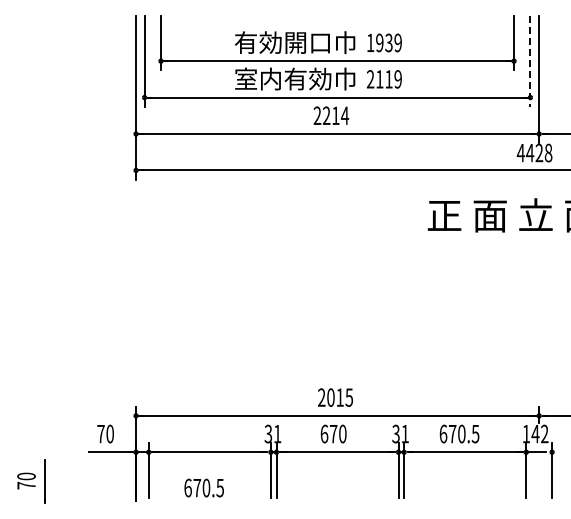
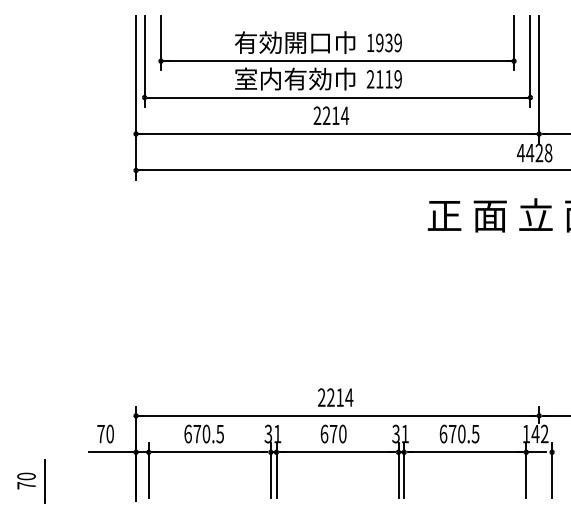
line at (530, 61): dashed -> solid
text at (340, 397): 2015 -> 2214
text at (203, 487) position: (203, 487) -> (203, 433)
